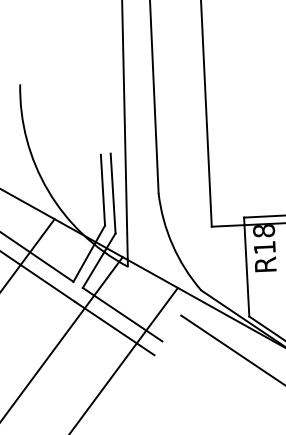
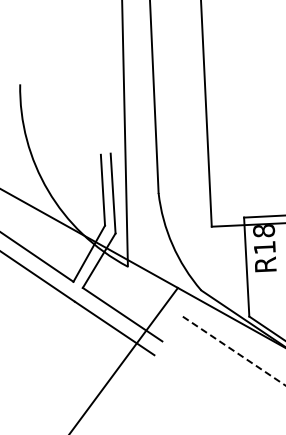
line at (28, 254): present -> none
line at (62, 338): present -> none
line at (233, 350): solid -> dashed
